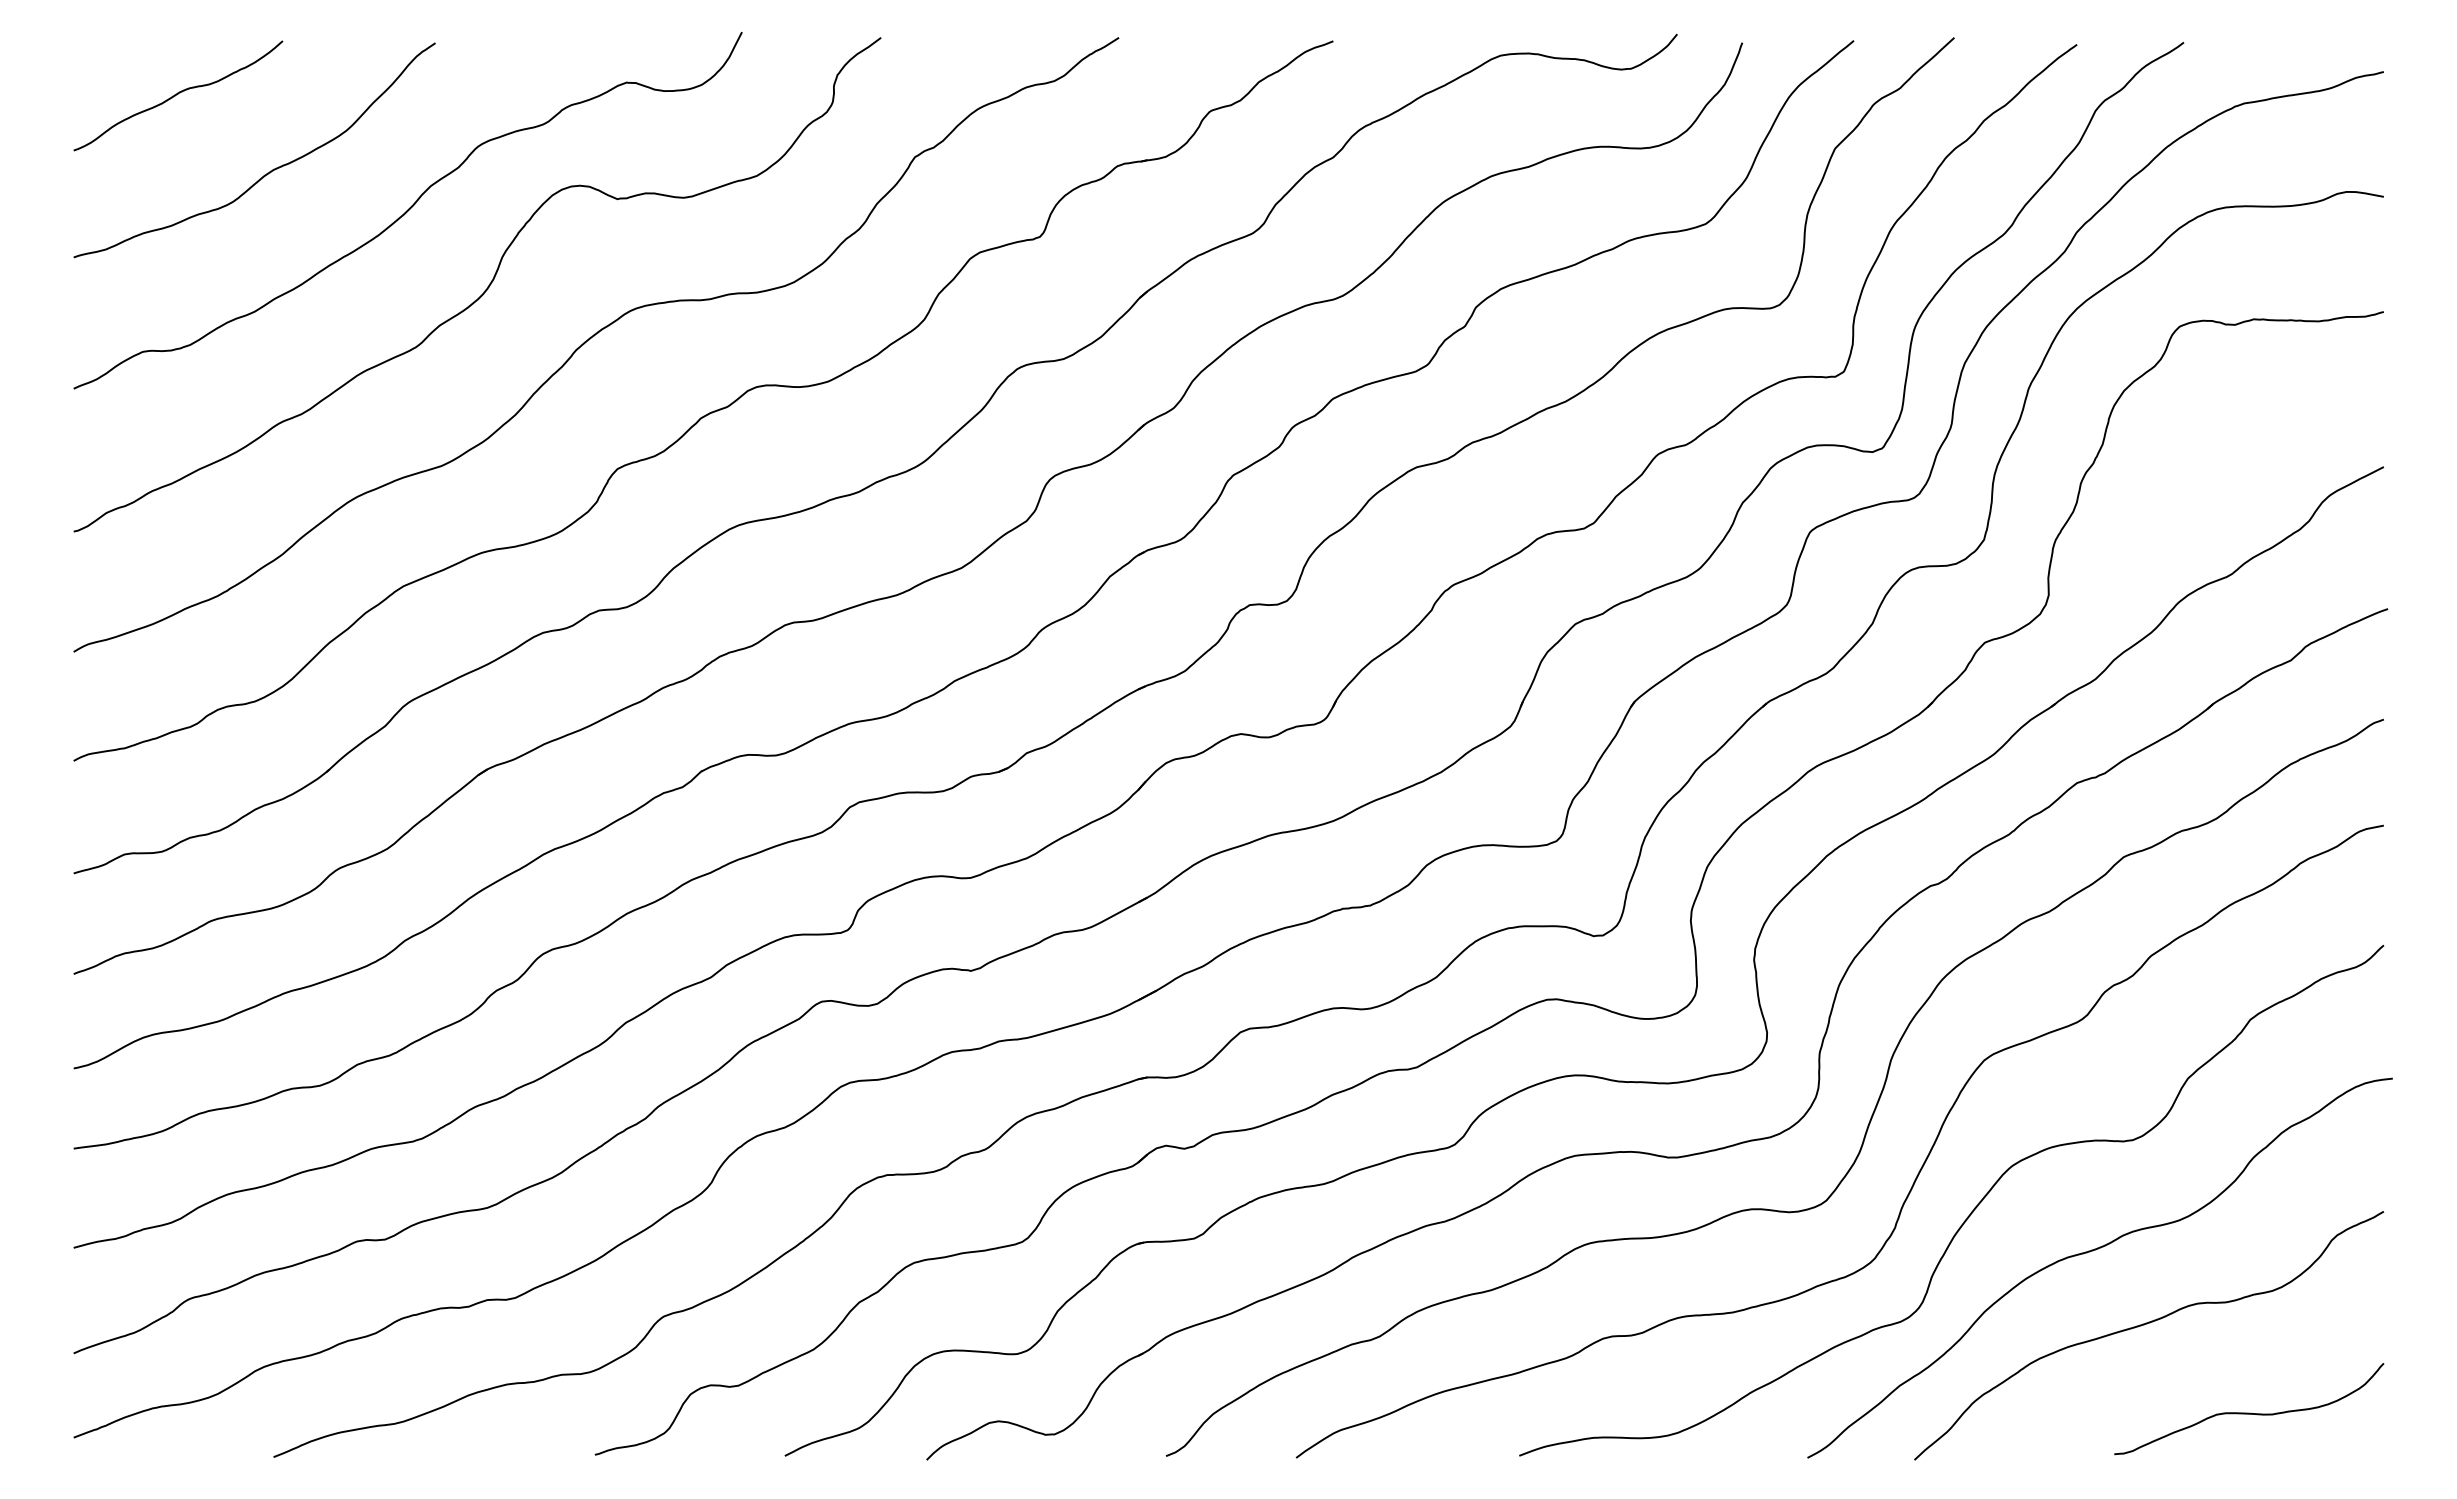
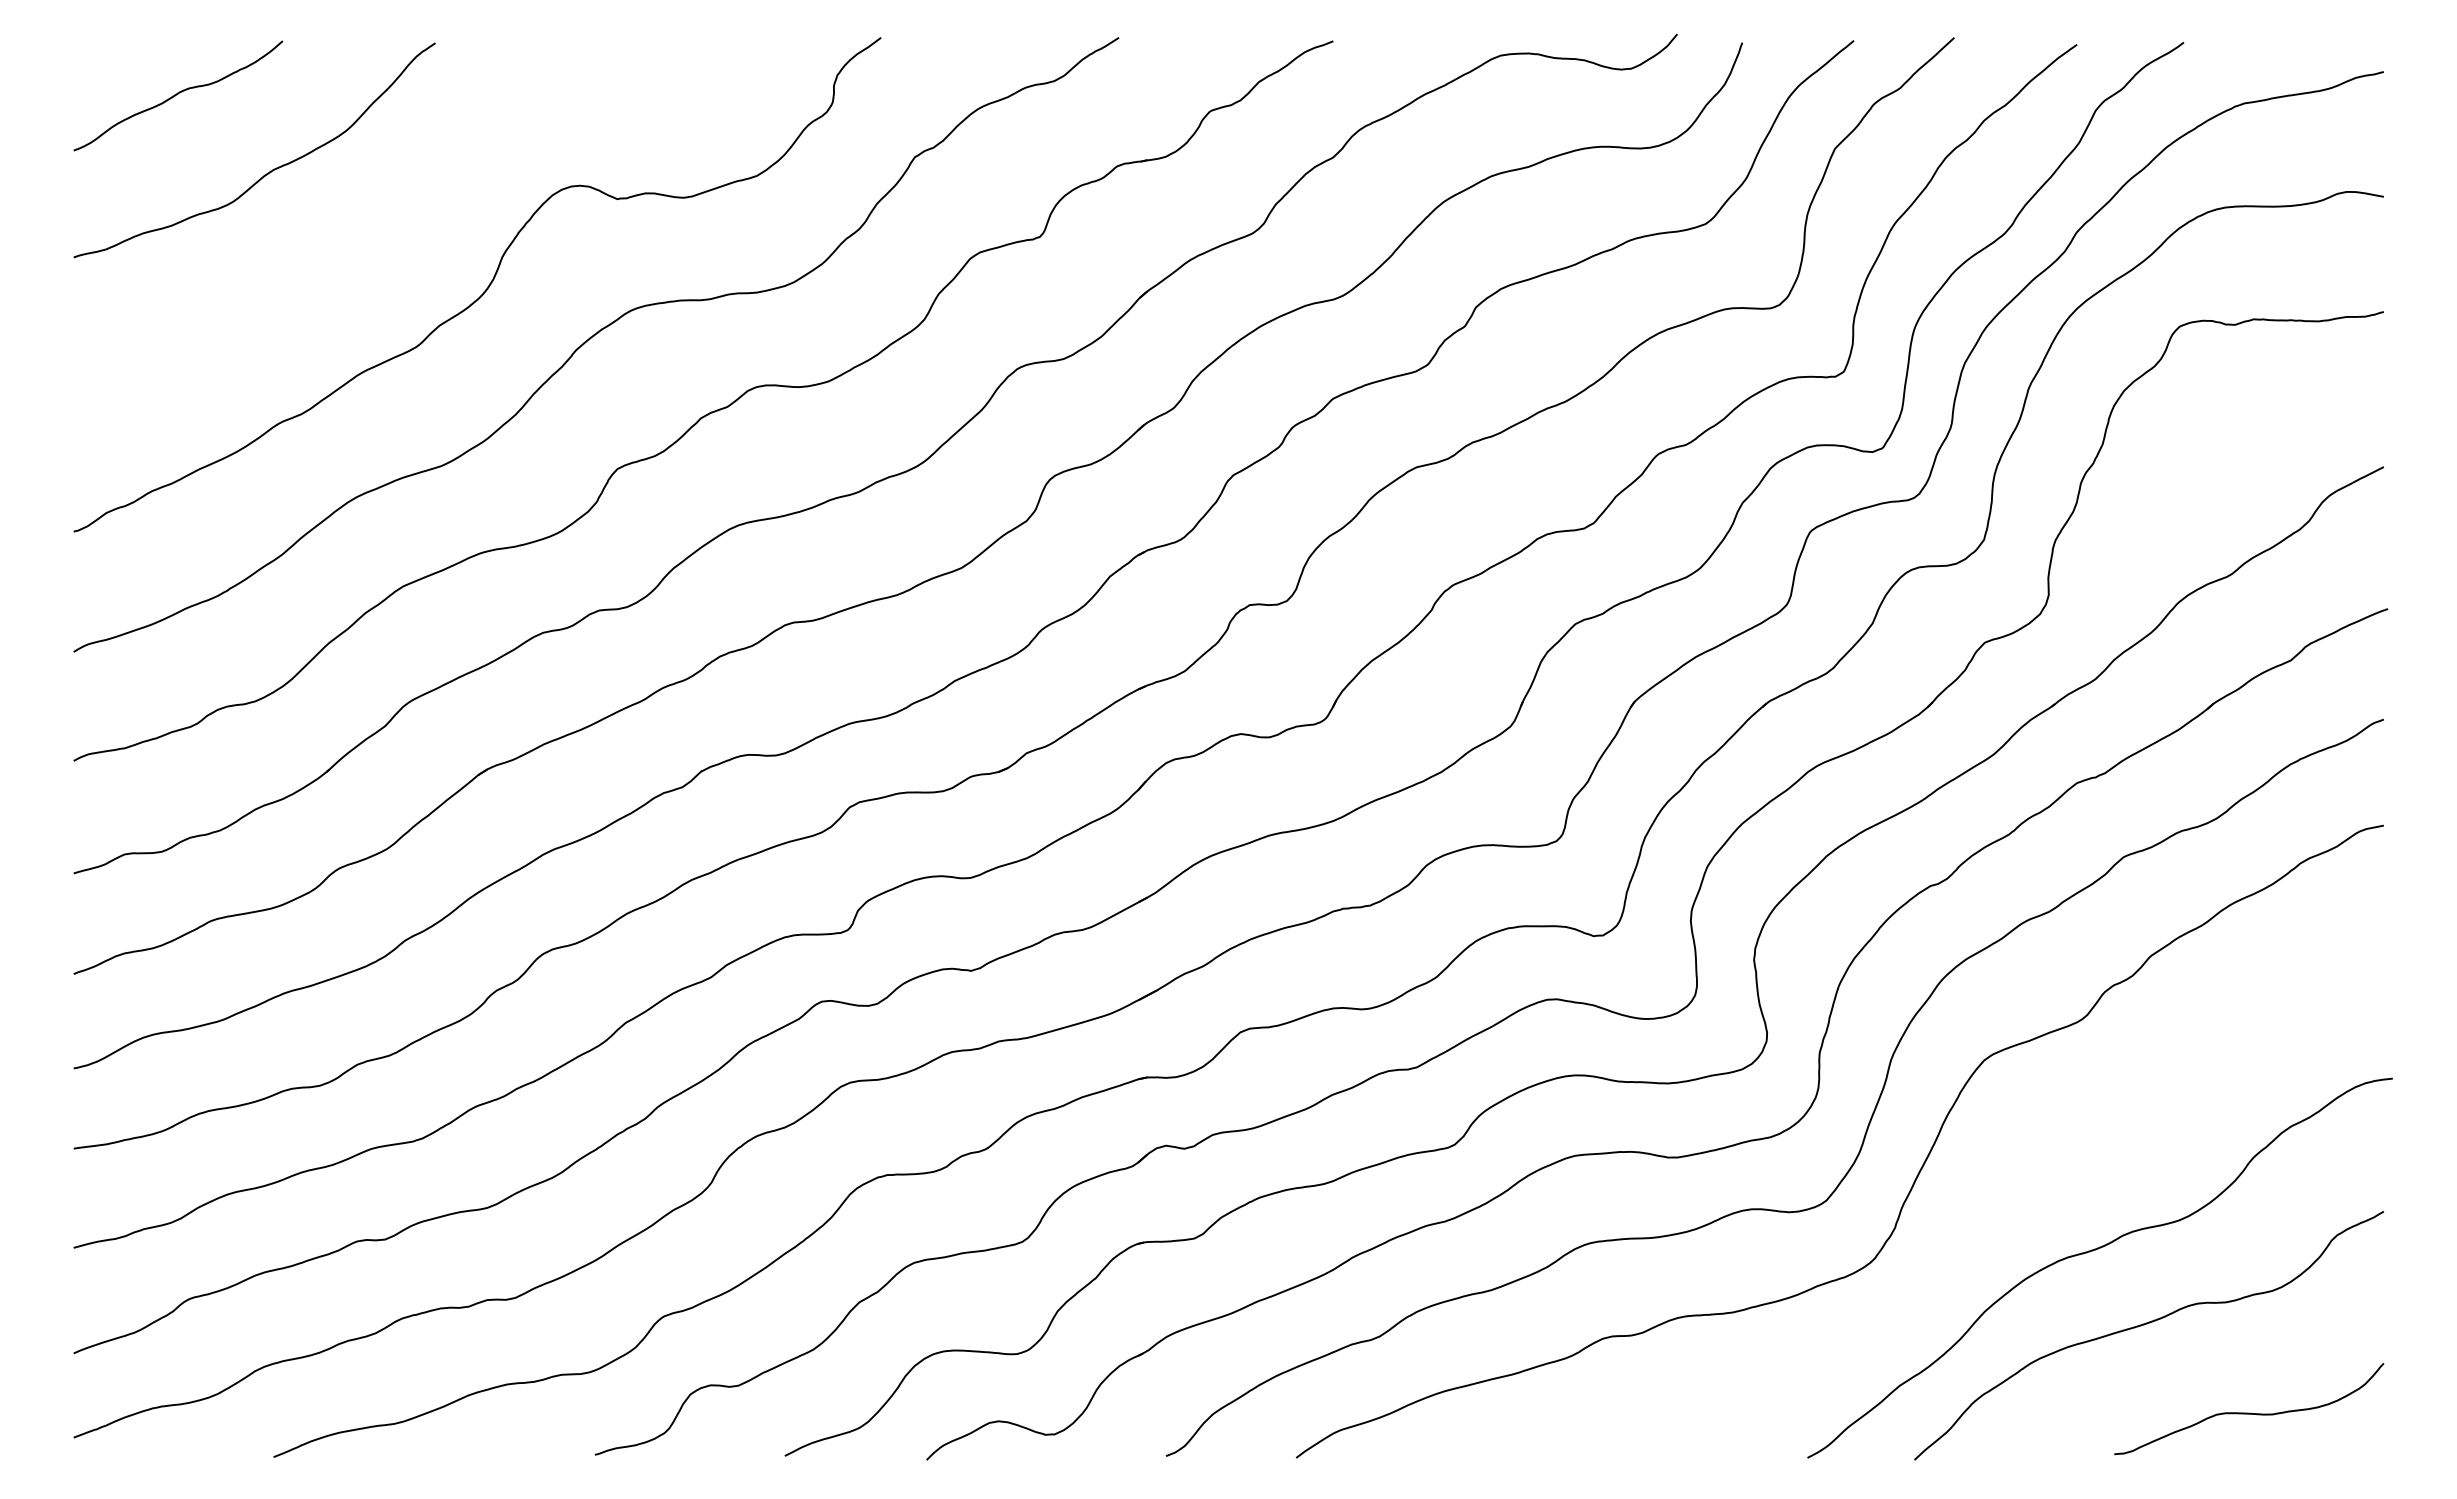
curve at (407, 210): present -> none
curve at (1970, 1212): present -> none
